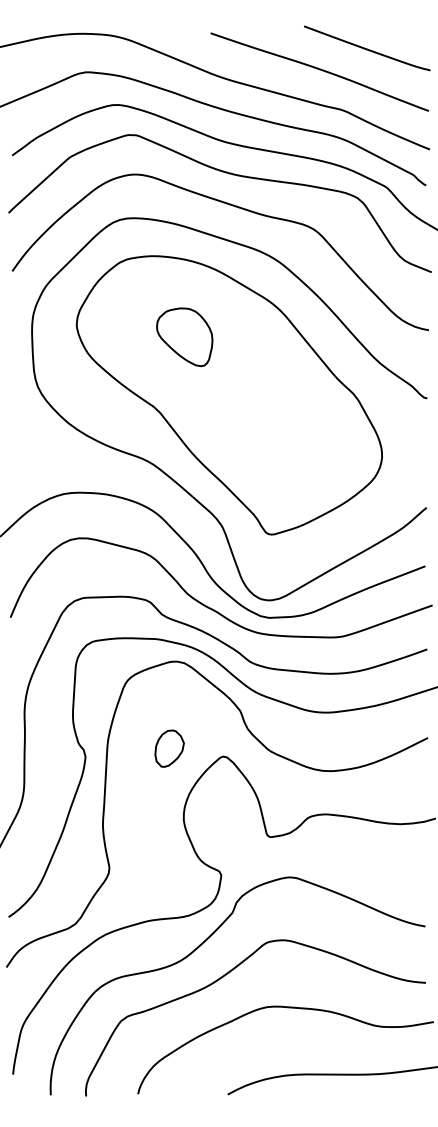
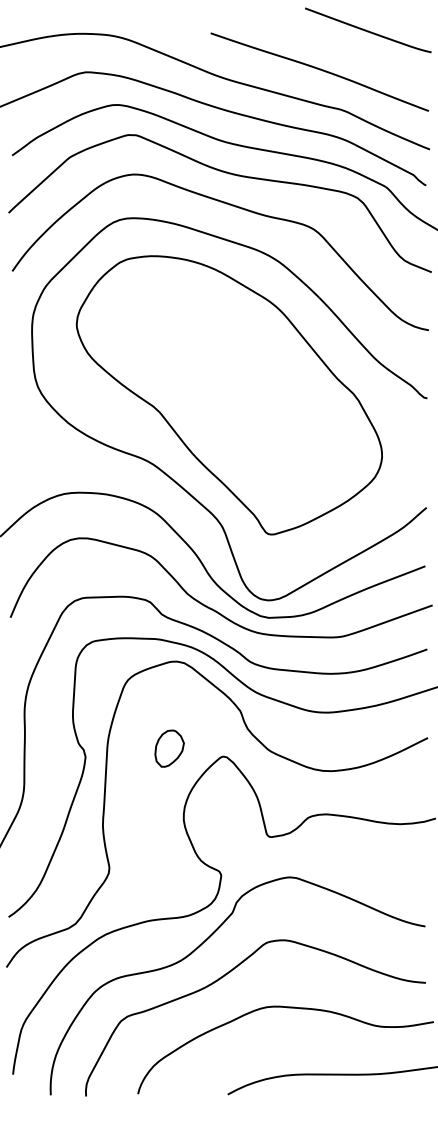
curve at (367, 48) position: (367, 48) -> (368, 30)
part at (184, 336): present -> none
